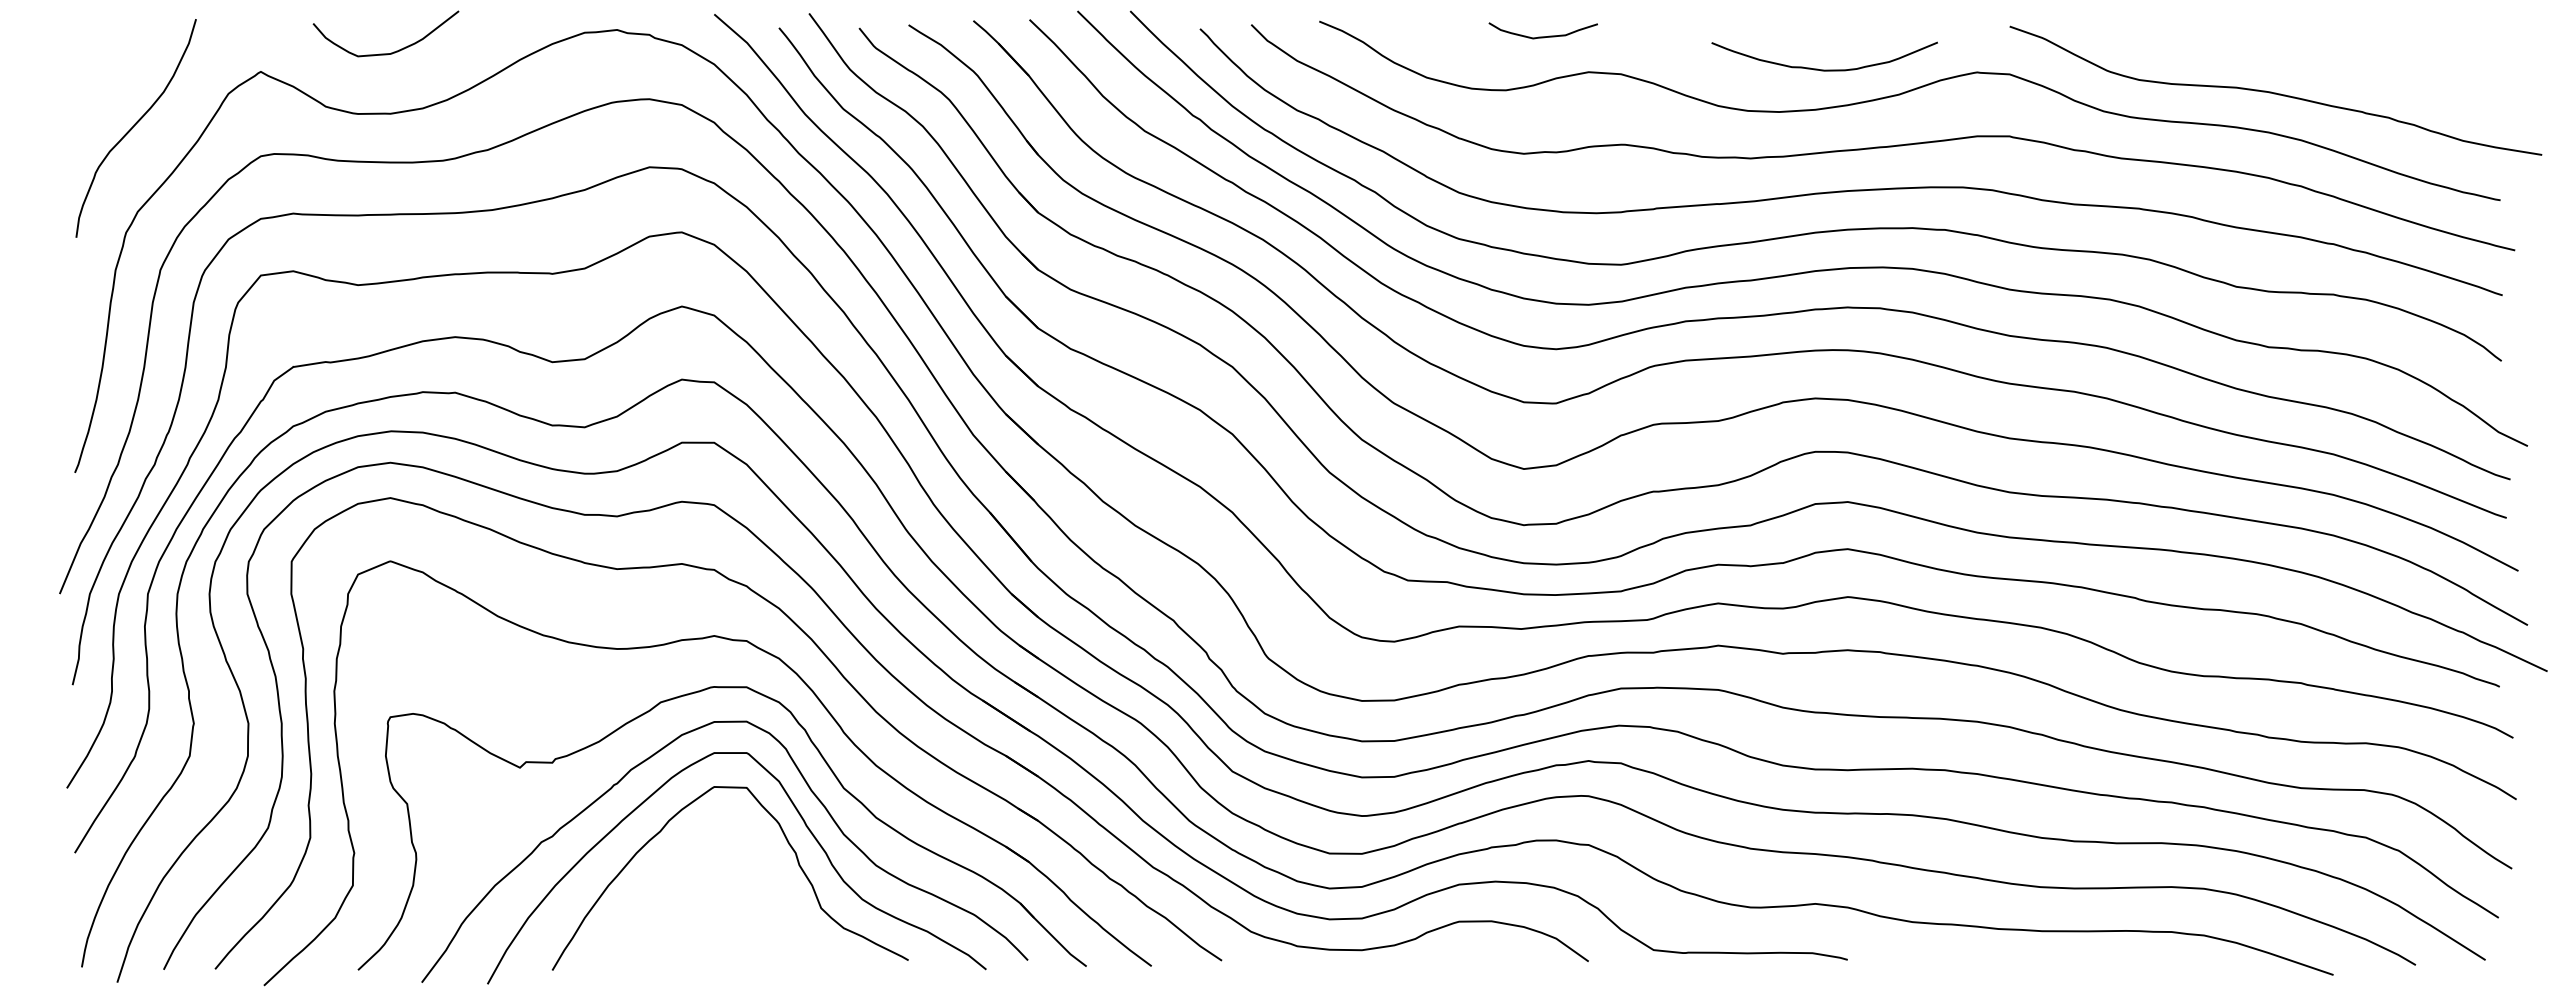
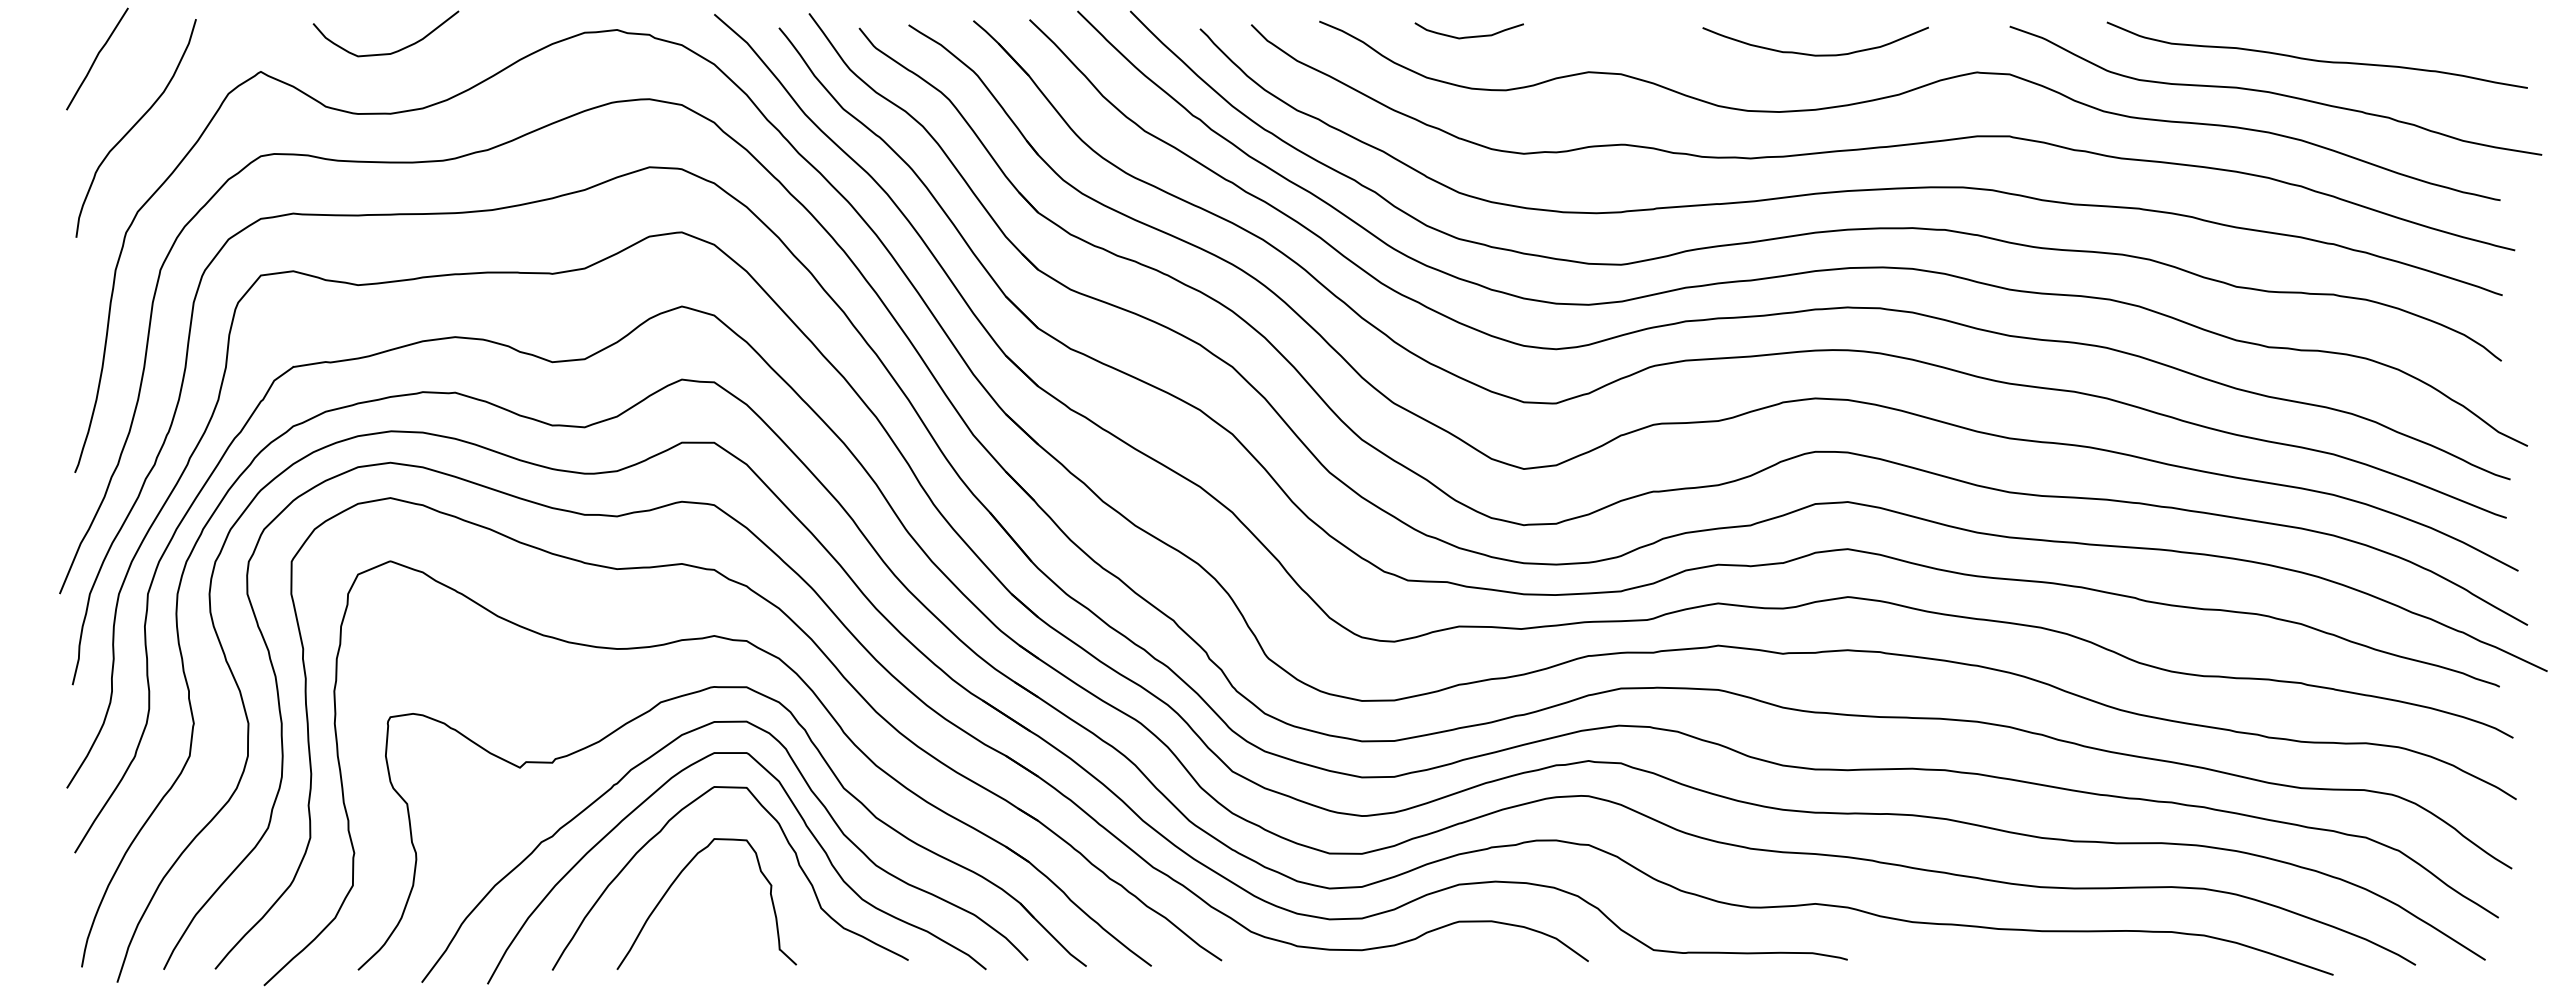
curve at (1542, 36) position: (1542, 36) -> (1468, 36)
curve at (97, 57): none -> present
curve at (2316, 59): none -> present
curve at (1824, 69) position: (1824, 69) -> (1815, 54)
curve at (676, 880): none -> present
